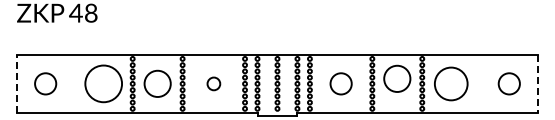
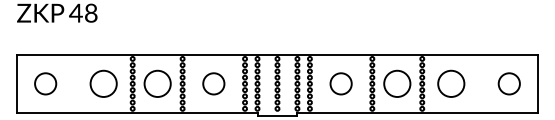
circle at (397, 78) position: (397, 78) -> (397, 83)
line at (16, 83): dashed -> solid
circle at (103, 83) diameter: 37 px -> 26 px
circle at (213, 83) size: 16x16 px -> 24x24 px
circle at (451, 83) size: 35x36 px -> 29x29 px
line at (538, 83): dashed -> solid
